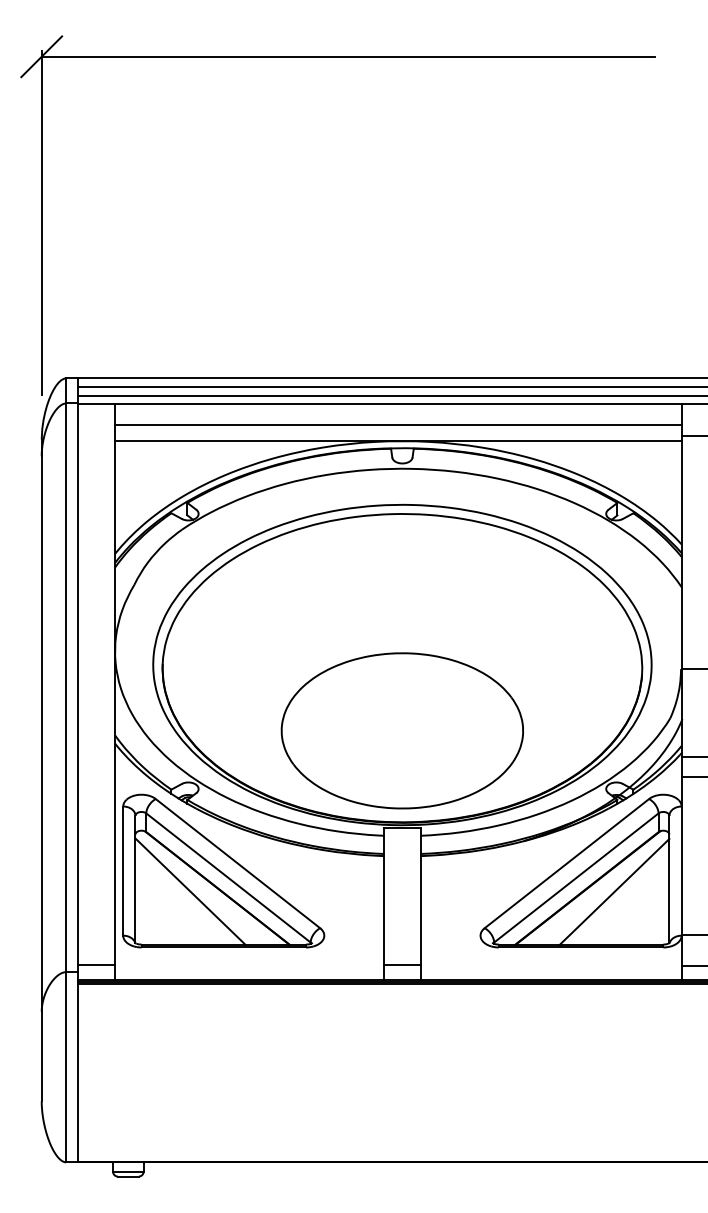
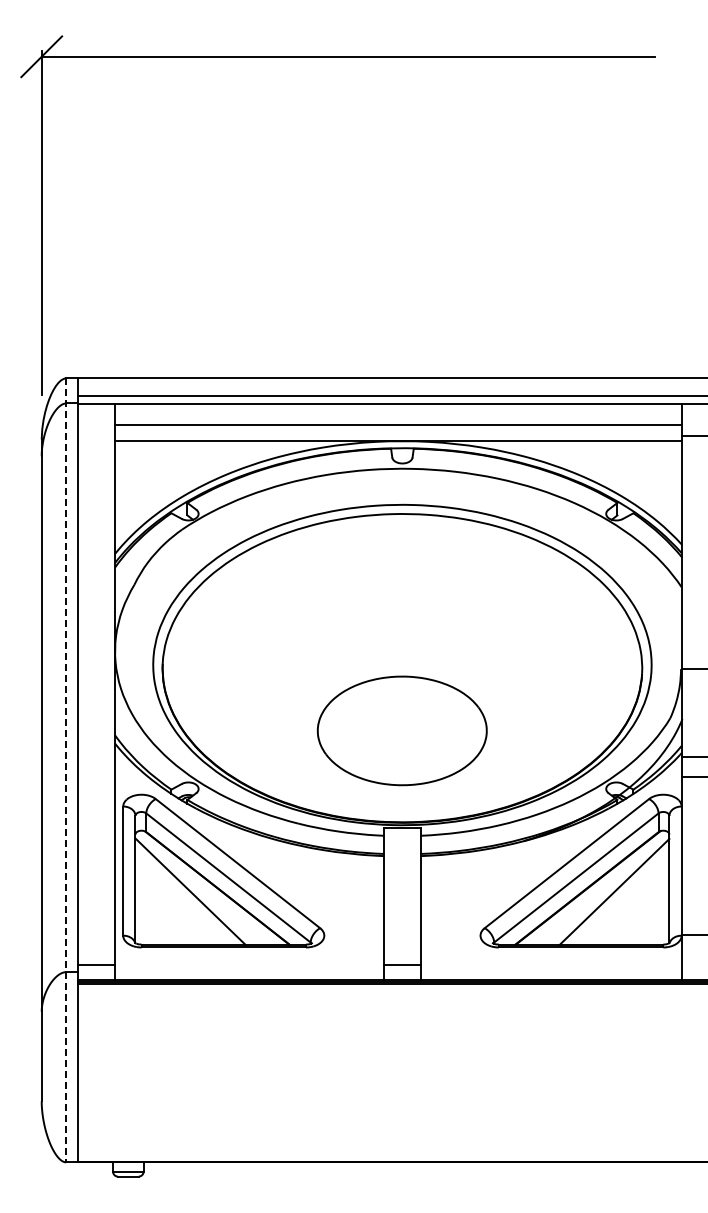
line at (391, 386): present -> none
part at (401, 730) size: 244x158 px -> 172x112 px
line at (66, 770): solid -> dashed
line at (692, 965): present -> none
